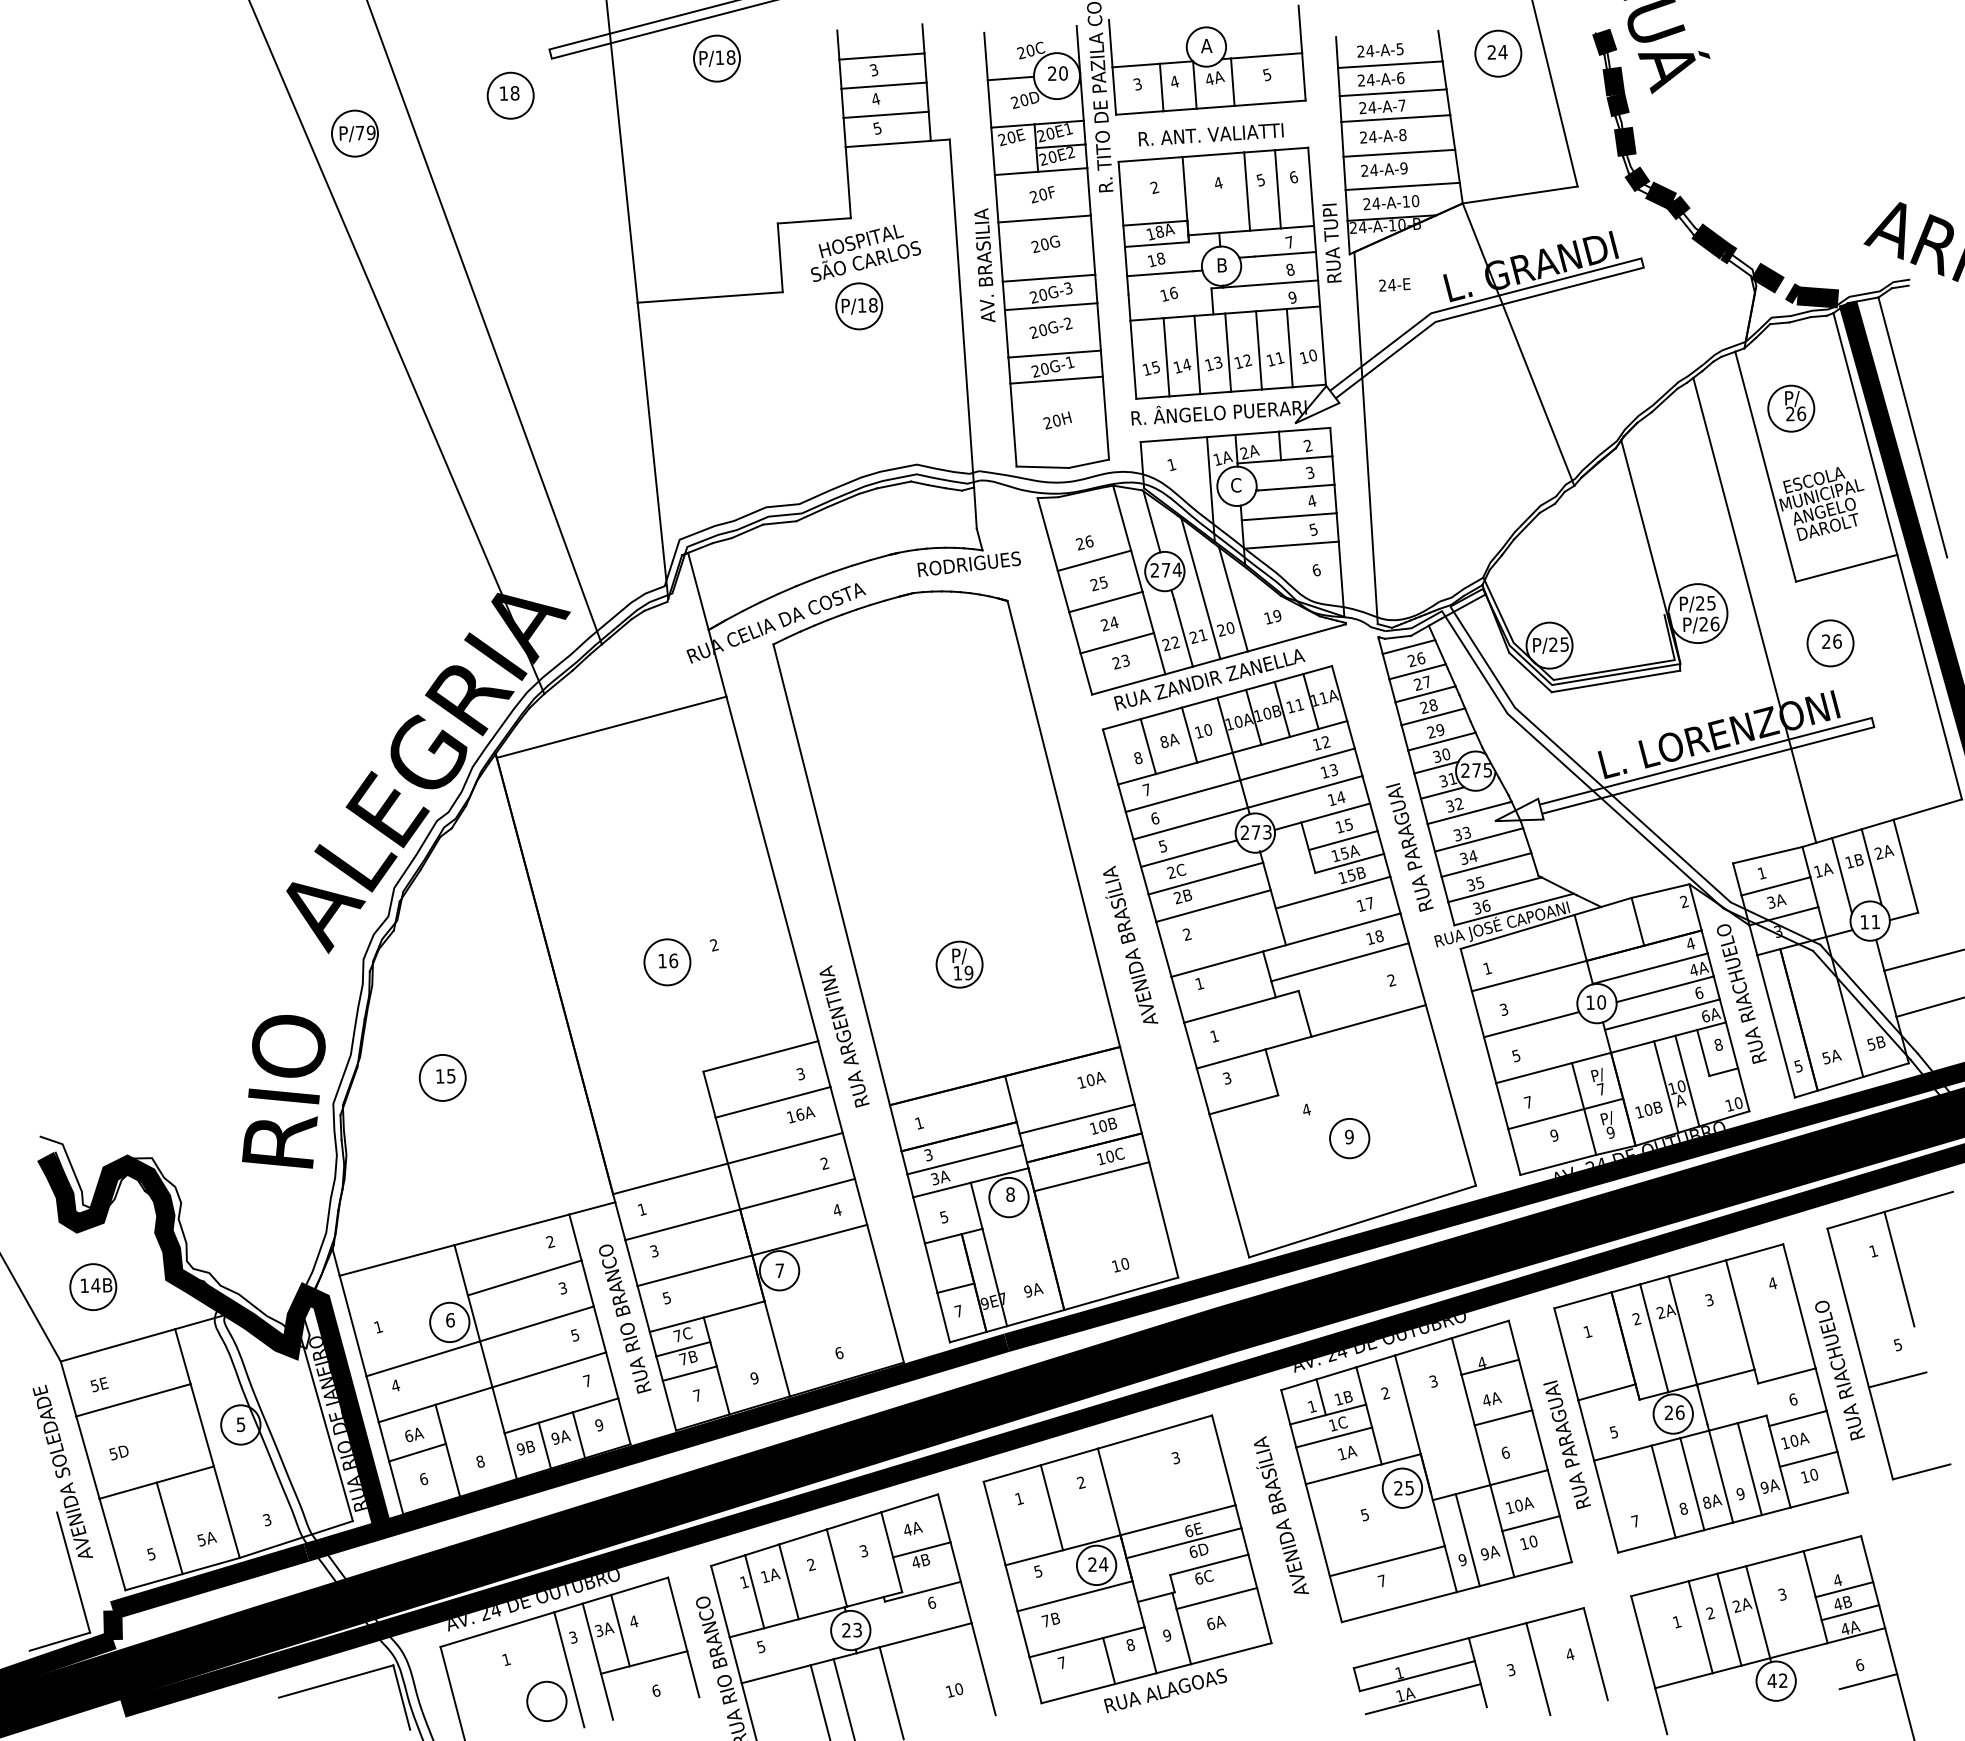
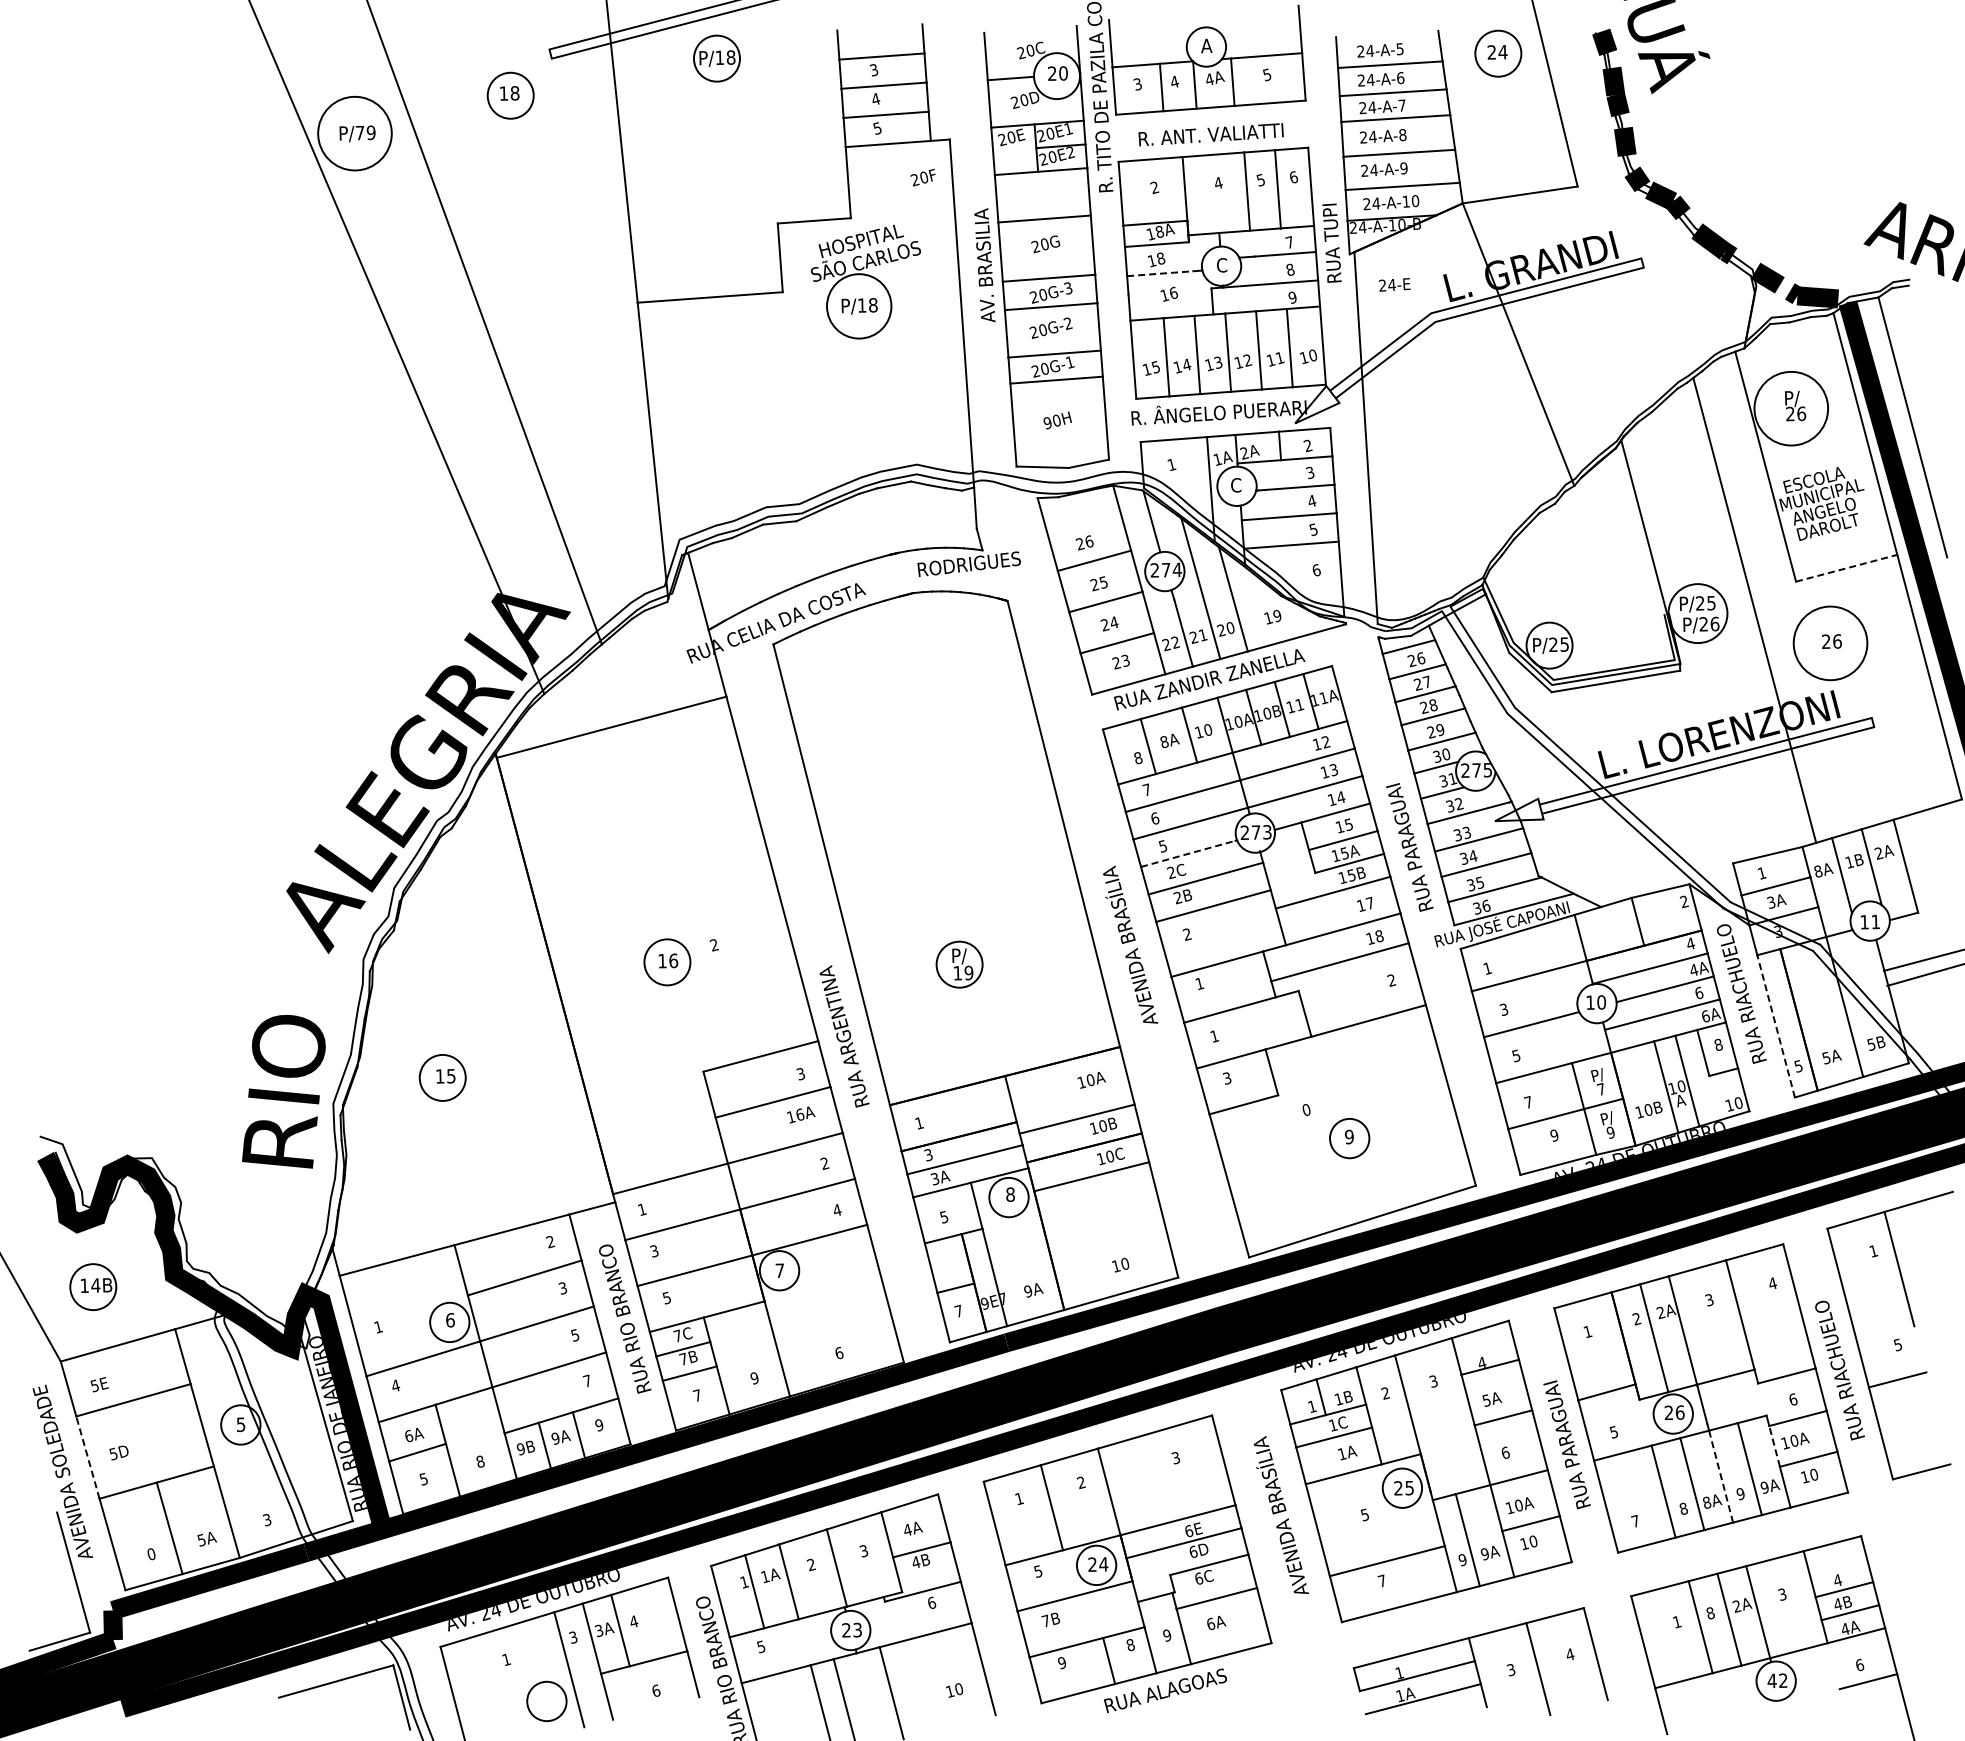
circle at (354, 133) diameter: 46 px -> 74 px
text at (1041, 194) position: (1041, 194) -> (922, 177)
text at (1222, 265): B -> C
line at (1160, 273): solid -> dashed
circle at (859, 306) diameter: 46 px -> 64 px
circle at (1791, 408) diameter: 46 px -> 74 px
text at (1047, 423): 20H -> 90H
line at (1847, 568): solid -> dashed
circle at (1830, 643) diameter: 46 px -> 74 px
line at (1188, 853): solid -> dashed
text at (1818, 871): 1A -> 8A
line at (1928, 1007) position: (1928, 1007) -> (1924, 974)
line at (1776, 1026): solid -> dashed
text at (1306, 1109): 4 -> 0
text at (1486, 1400): 4A -> 5A
line at (1774, 1445): solid -> dashed
line at (87, 1457): solid -> dashed
line at (1721, 1476): solid -> dashed
text at (423, 1479): 6 -> 5
text at (151, 1554): 5 -> 0
text at (1710, 1613): 2 -> 8
text at (1061, 1662): 7 -> 9
